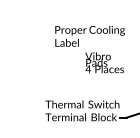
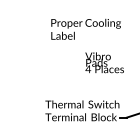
text at (89, 35) position: (89, 35) -> (85, 28)
